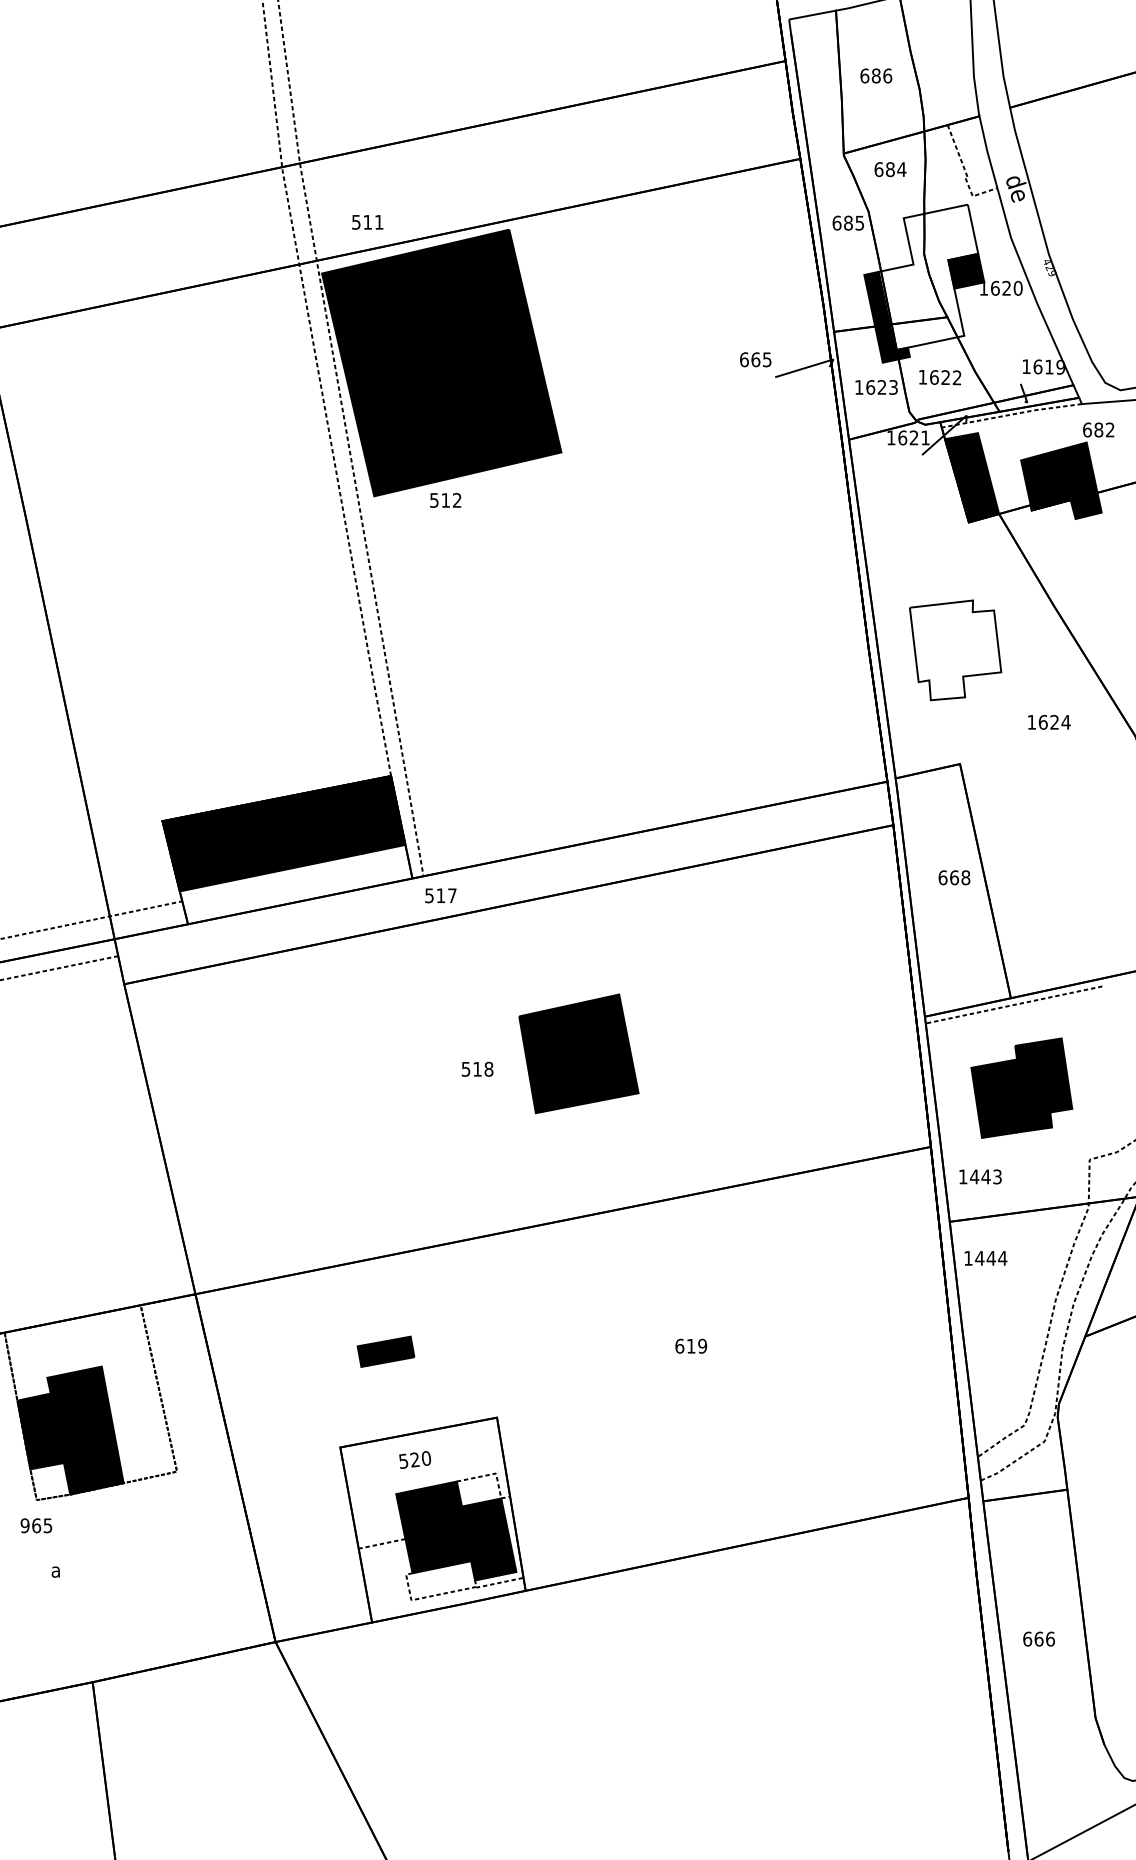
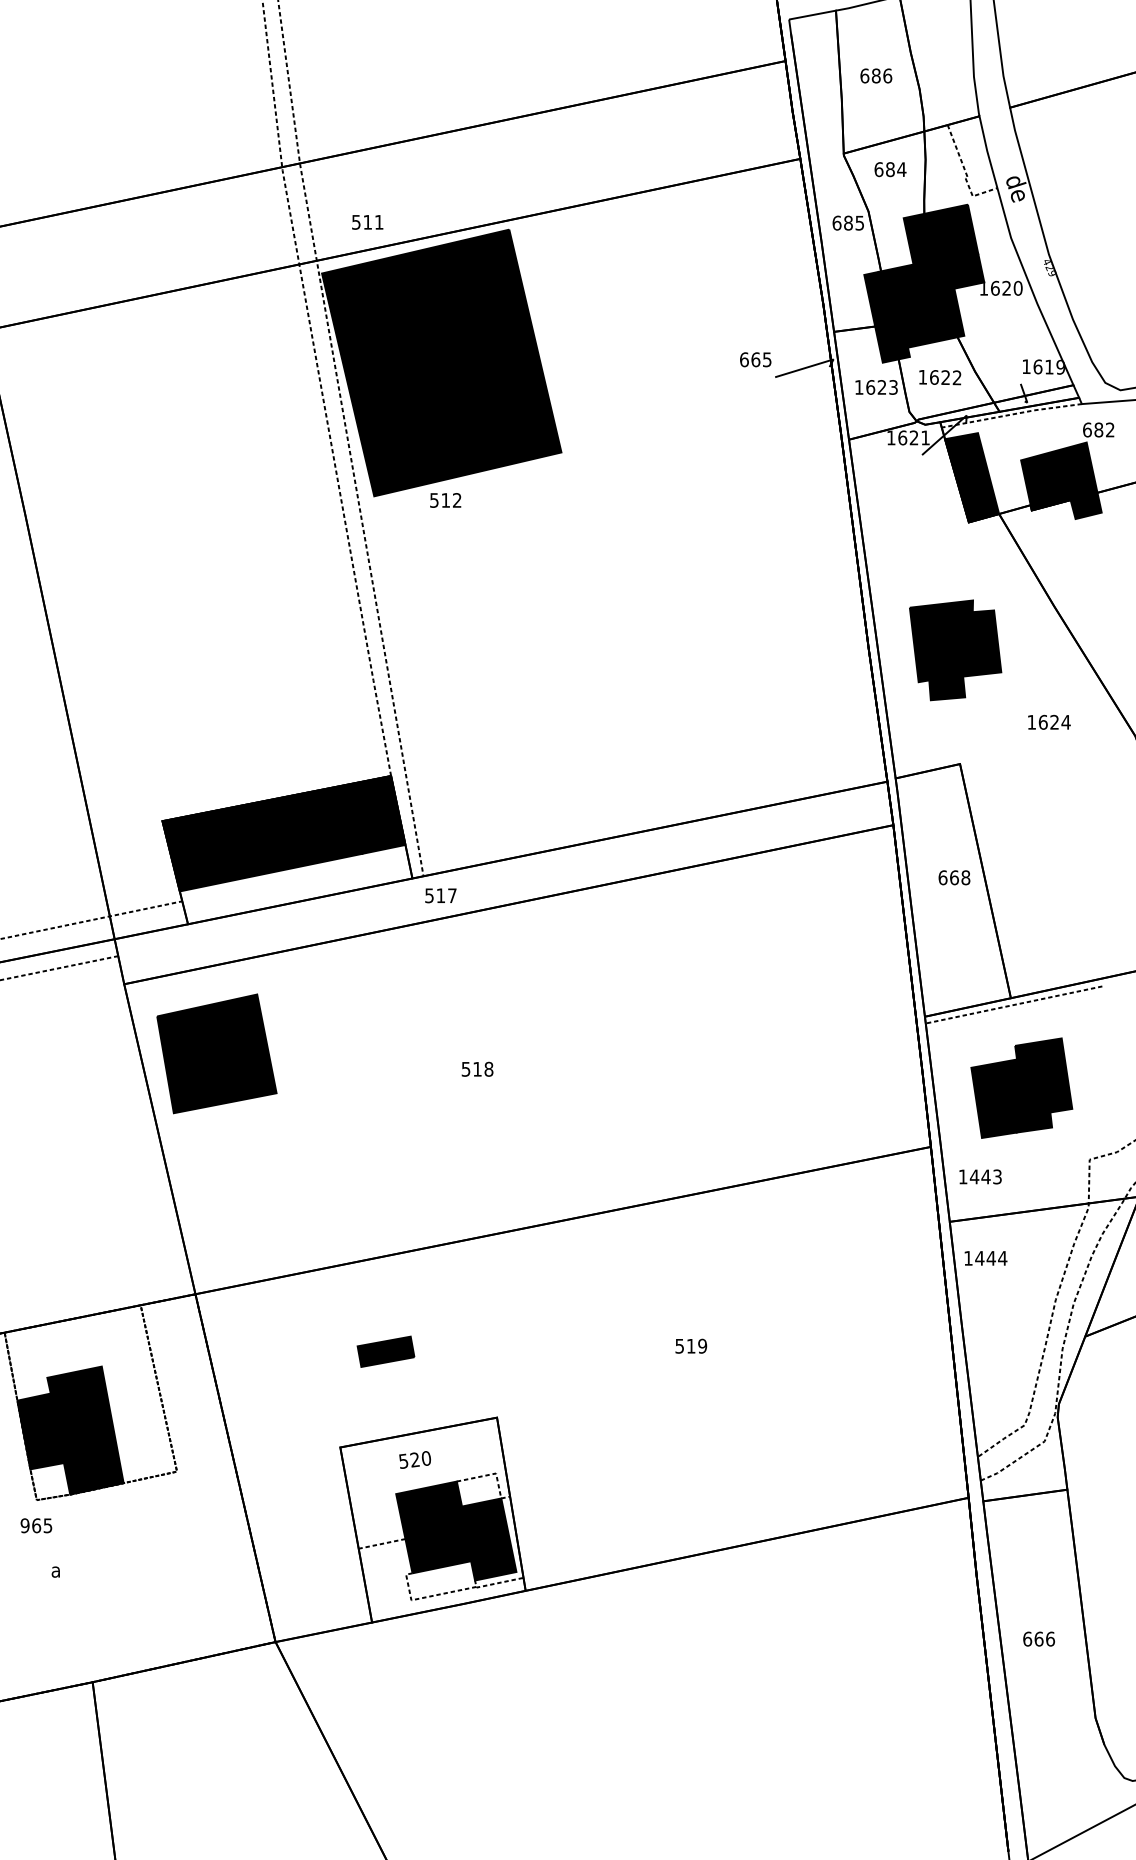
fill at (928, 277): none -> present
fill at (955, 650): none -> present
part at (578, 1053) position: (578, 1053) -> (216, 1053)
text at (679, 1345): 619 -> 519
